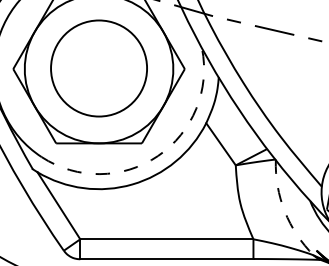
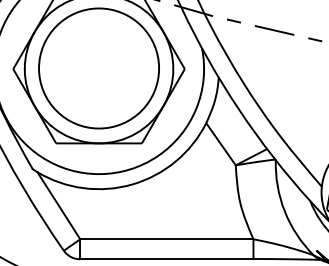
circle at (99, 68) diameter: 96 px -> 120 px
arc at (157, 156): dashed -> solid
arc at (284, 211): dashed -> solid
